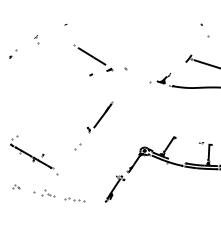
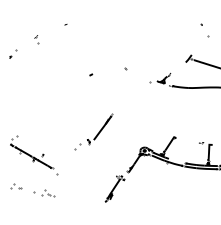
part at (93, 57): present -> none
part at (100, 117) position: (100, 117) -> (100, 129)
part at (16, 186) size: 9x6 px -> 13x7 px
part at (74, 199): present -> none
